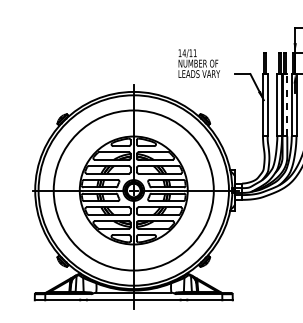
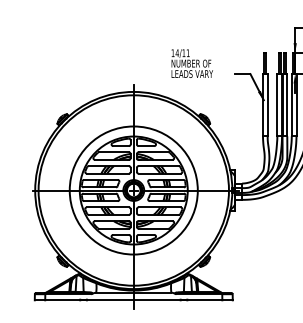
text at (198, 63) position: (198, 63) -> (191, 63)
line at (287, 104): dashed -> solid
circle at (133, 190) diameter: 160 px -> 128 px
